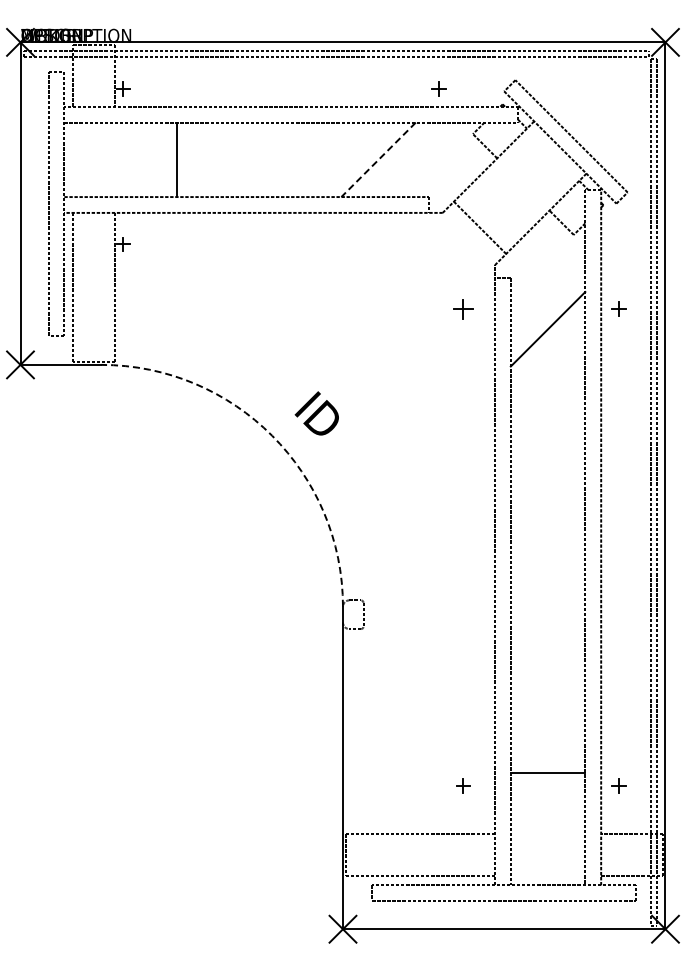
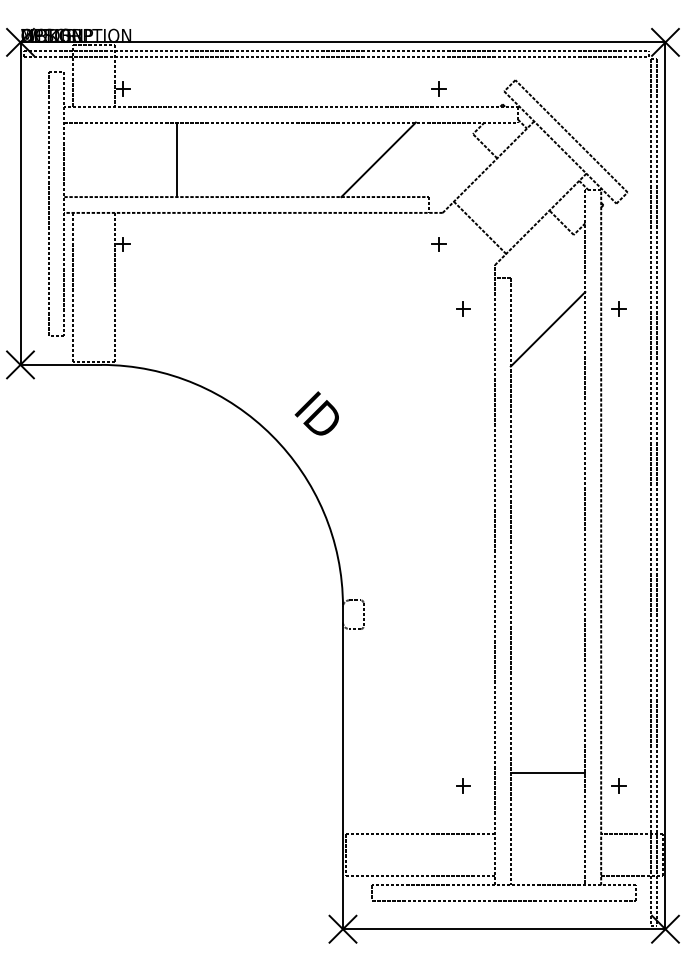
line at (378, 159): dashed -> solid
part at (438, 244): none -> present
part at (463, 309) size: 21x21 px -> 15x16 px
arc at (272, 435): dashed -> solid
